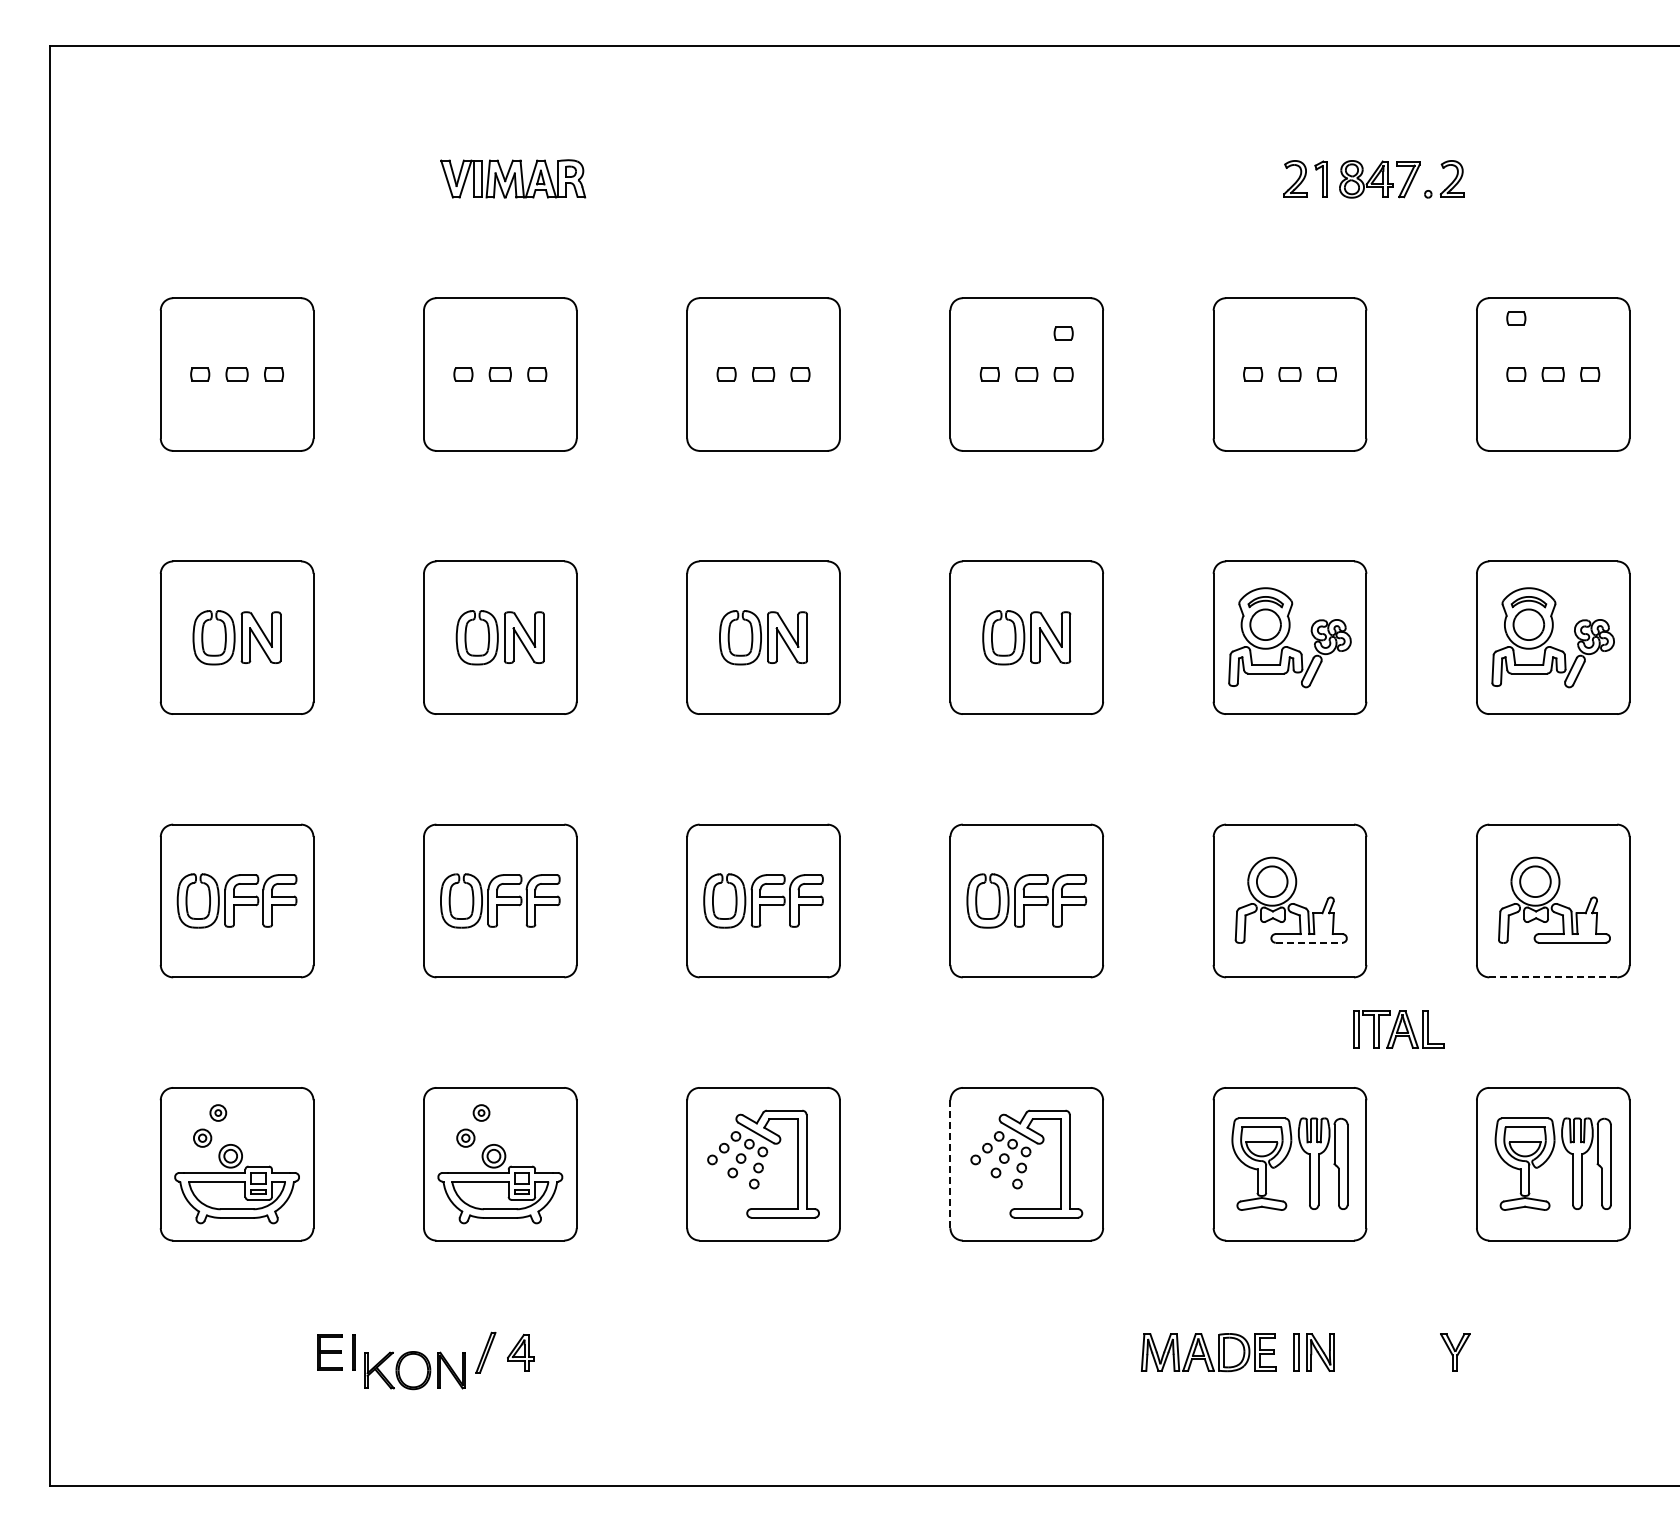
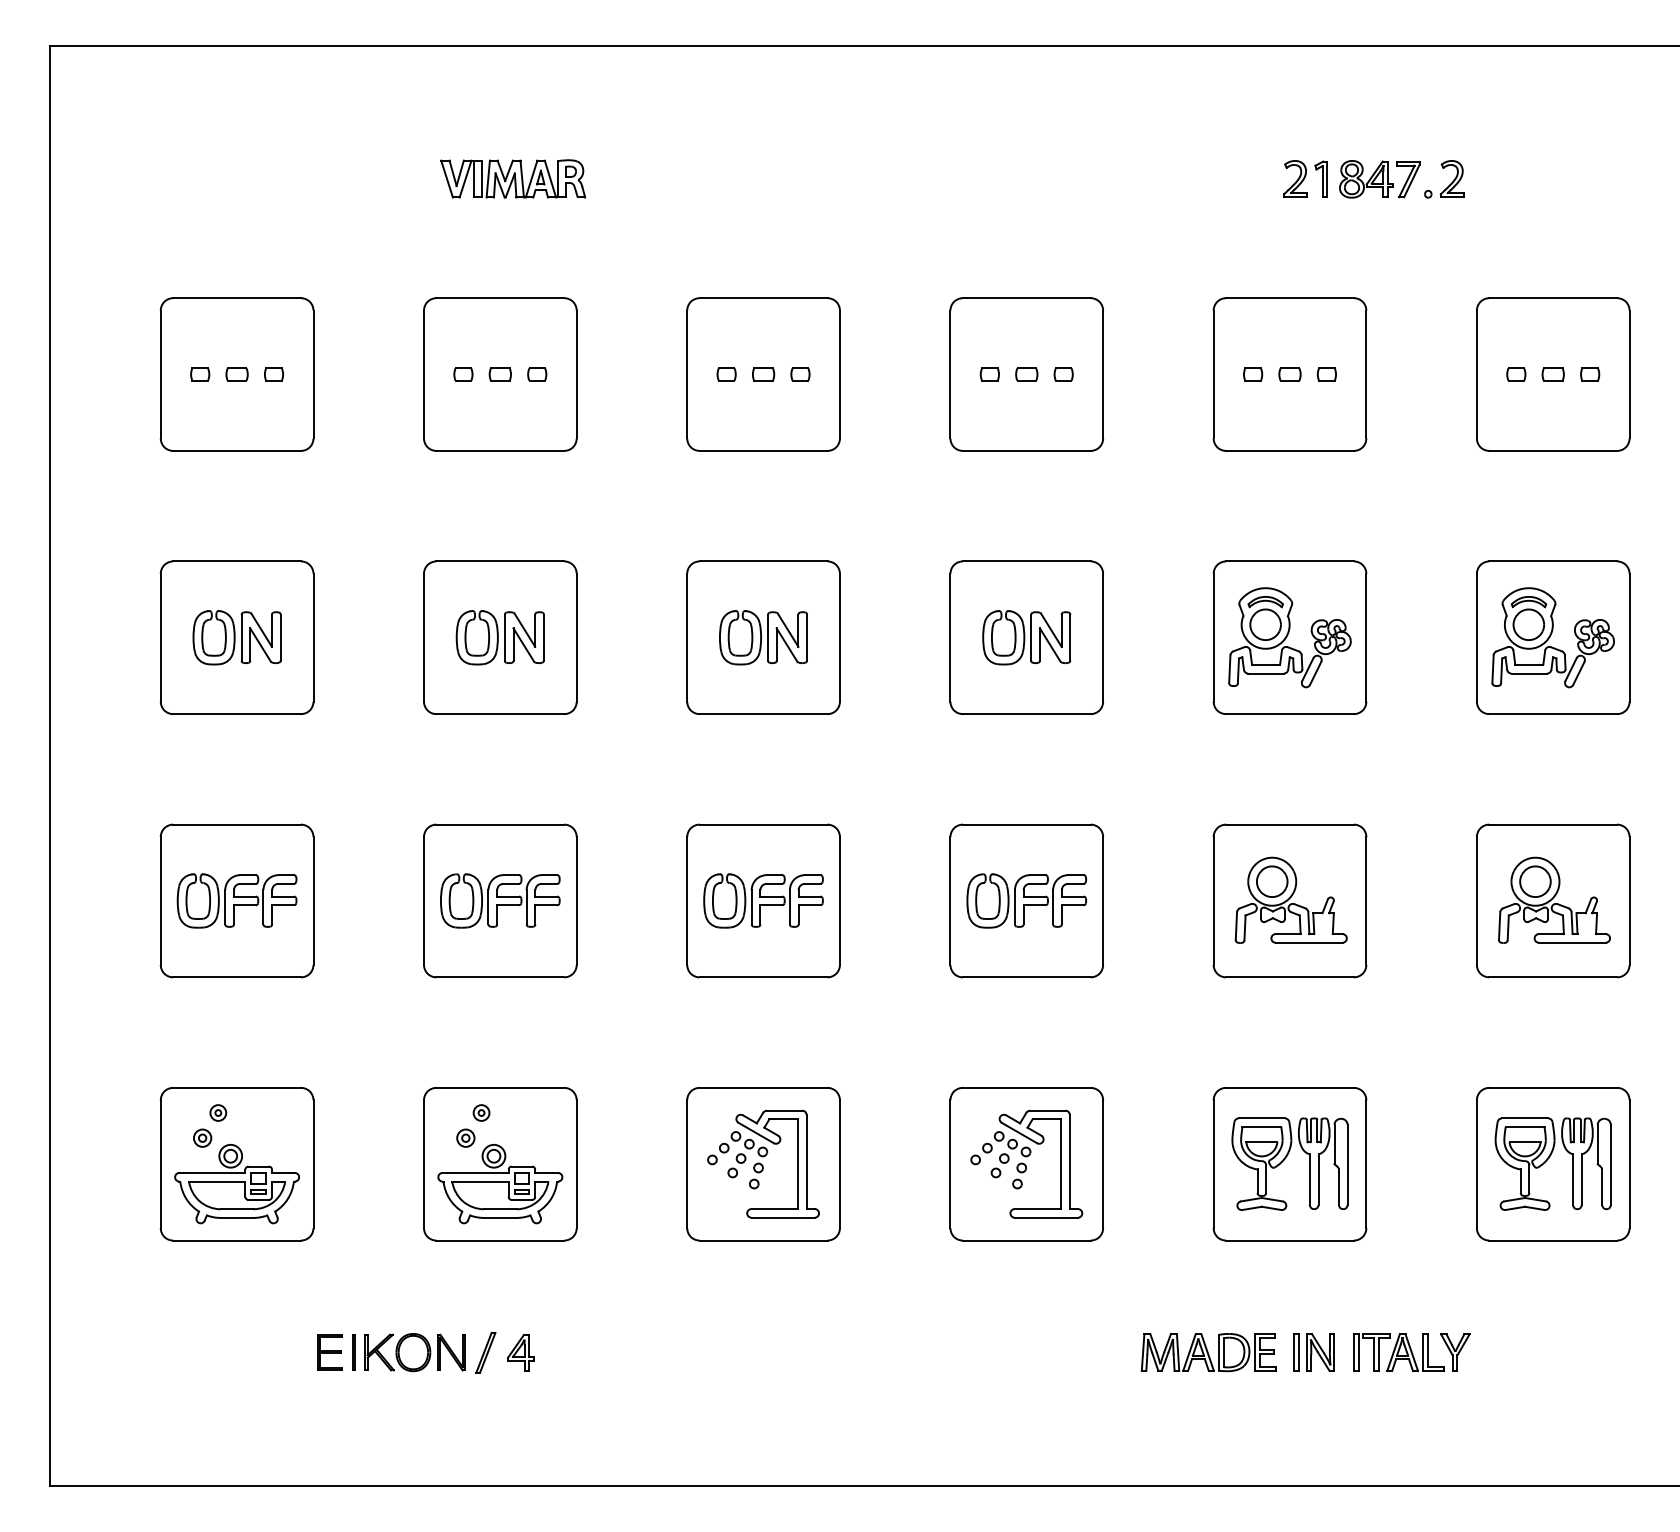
part at (1516, 318): present -> none
part at (1063, 333): present -> none
line at (1309, 942): dashed -> solid
line at (1553, 977): dashed -> solid
part at (1398, 1029) position: (1398, 1029) -> (1398, 1352)
line at (950, 1164): dashed -> solid
part at (414, 1370) position: (414, 1370) -> (414, 1352)
